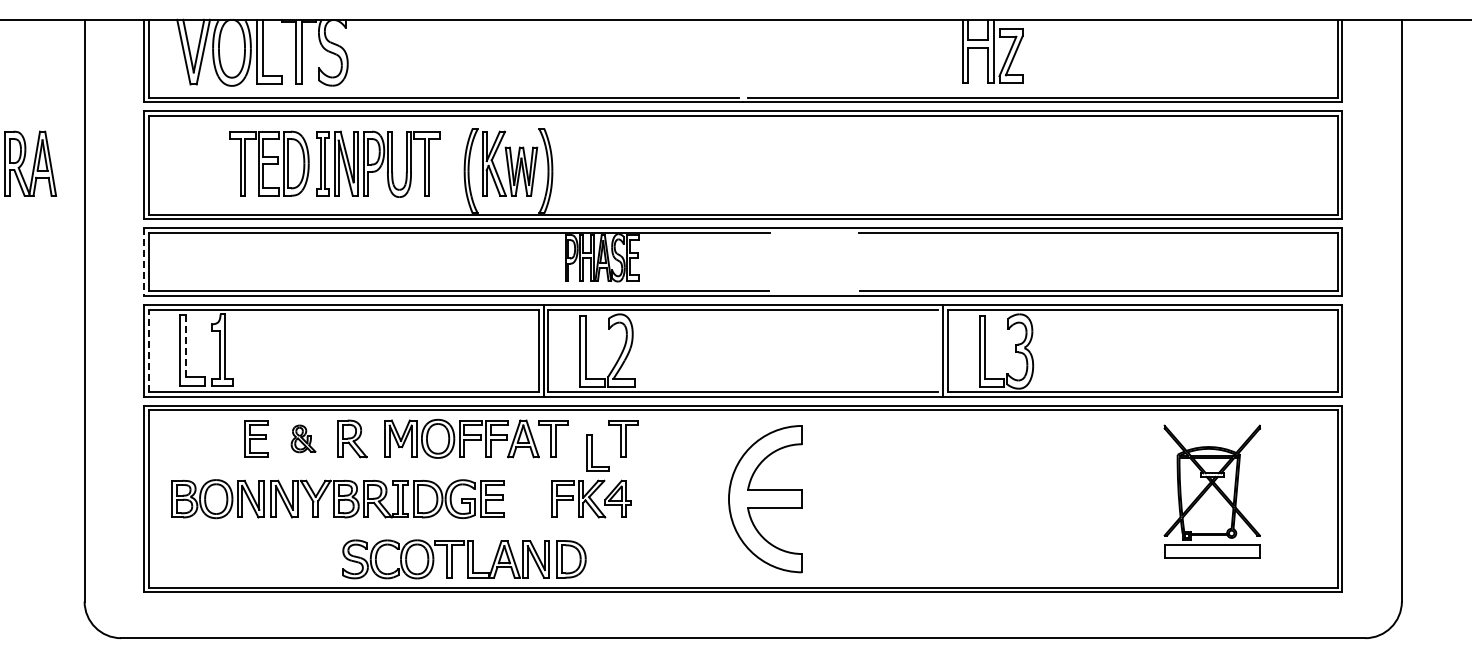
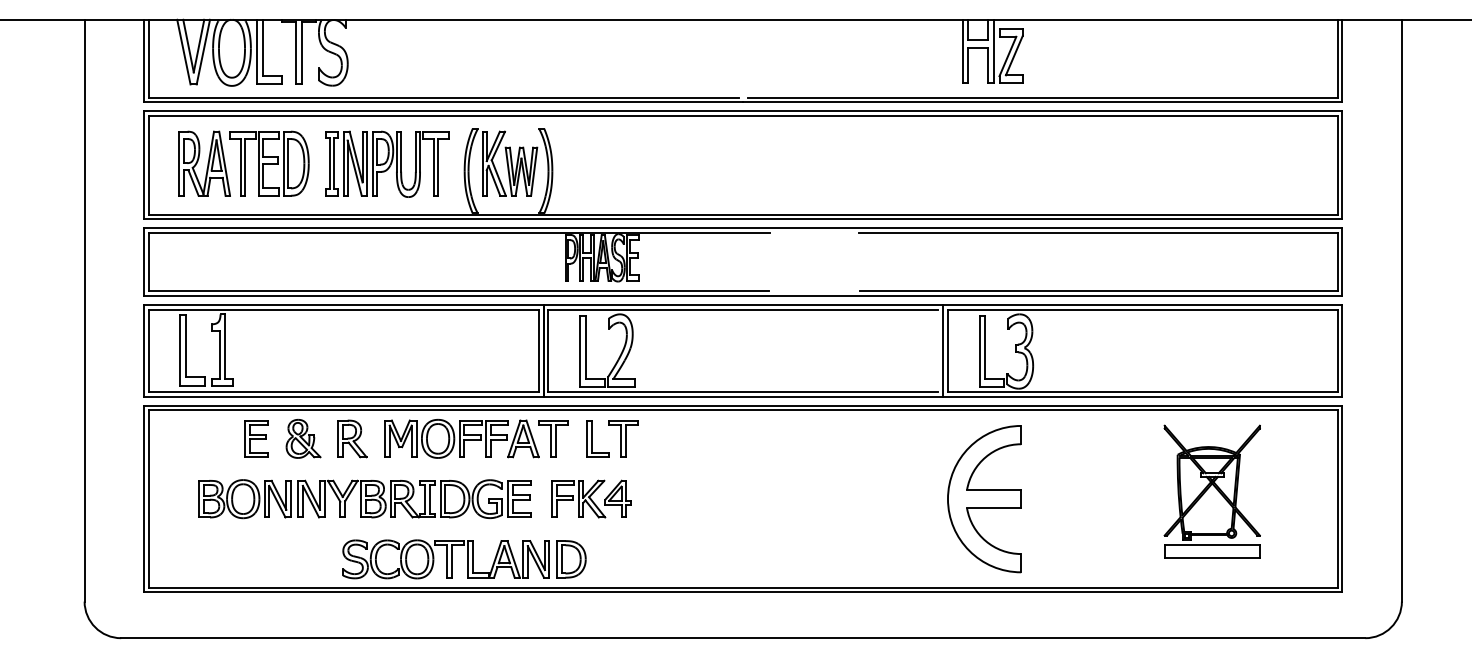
part at (30, 163) position: (30, 163) -> (204, 163)
part at (378, 163) position: (378, 163) -> (387, 163)
line at (144, 262): dashed -> solid
line at (186, 345): dashed -> solid
line at (148, 350): dashed -> solid
part at (303, 438) size: 27x30 px -> 37x40 px
part at (597, 452) position: (597, 452) -> (597, 438)
part at (337, 499) position: (337, 499) -> (364, 499)
part at (765, 499) position: (765, 499) -> (984, 499)
